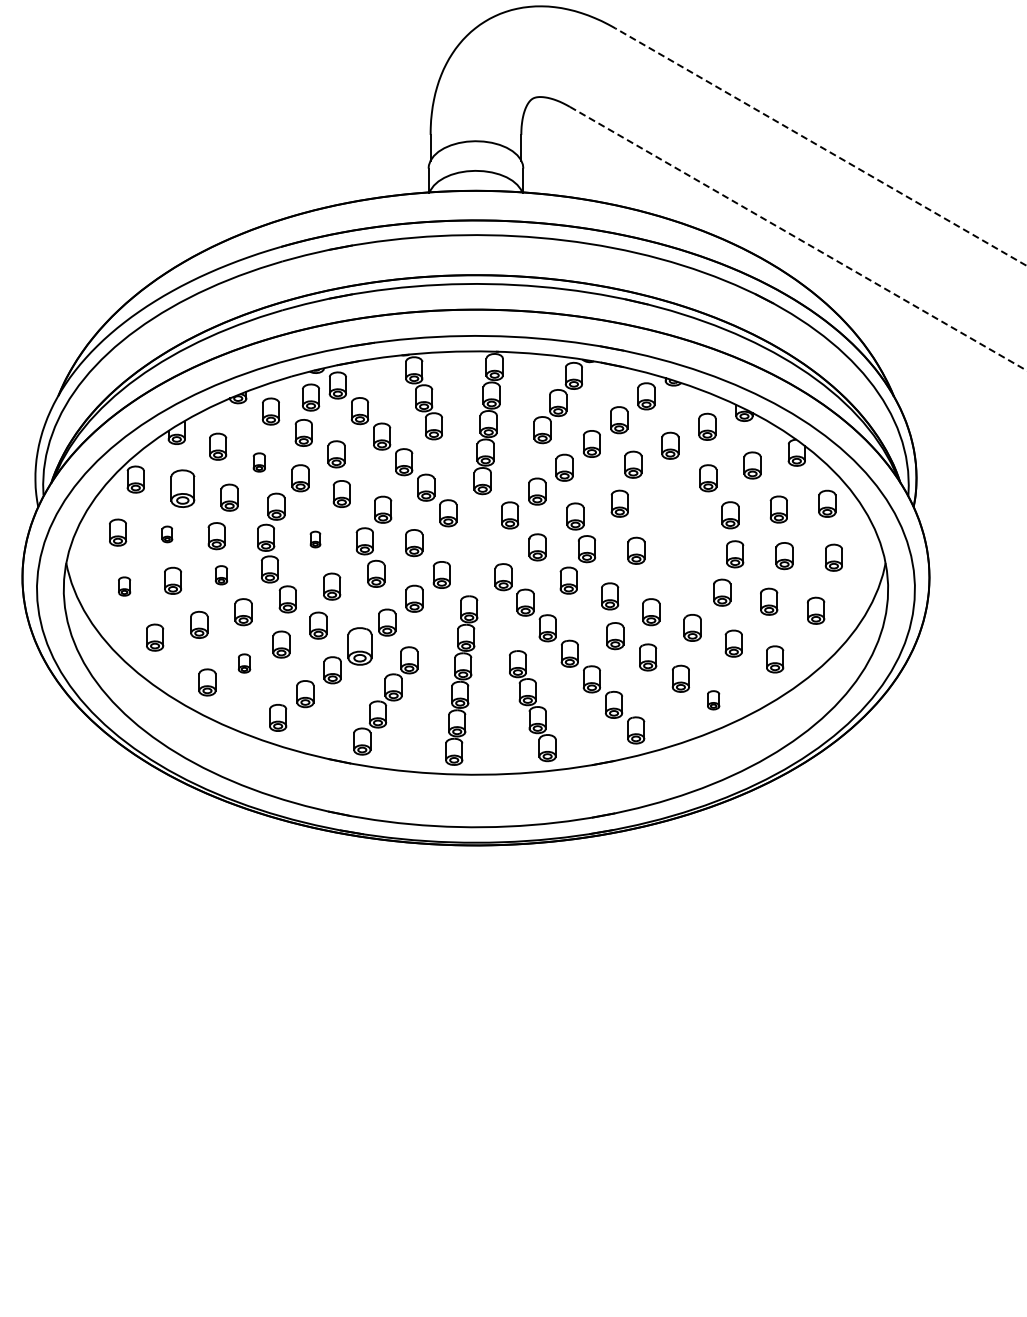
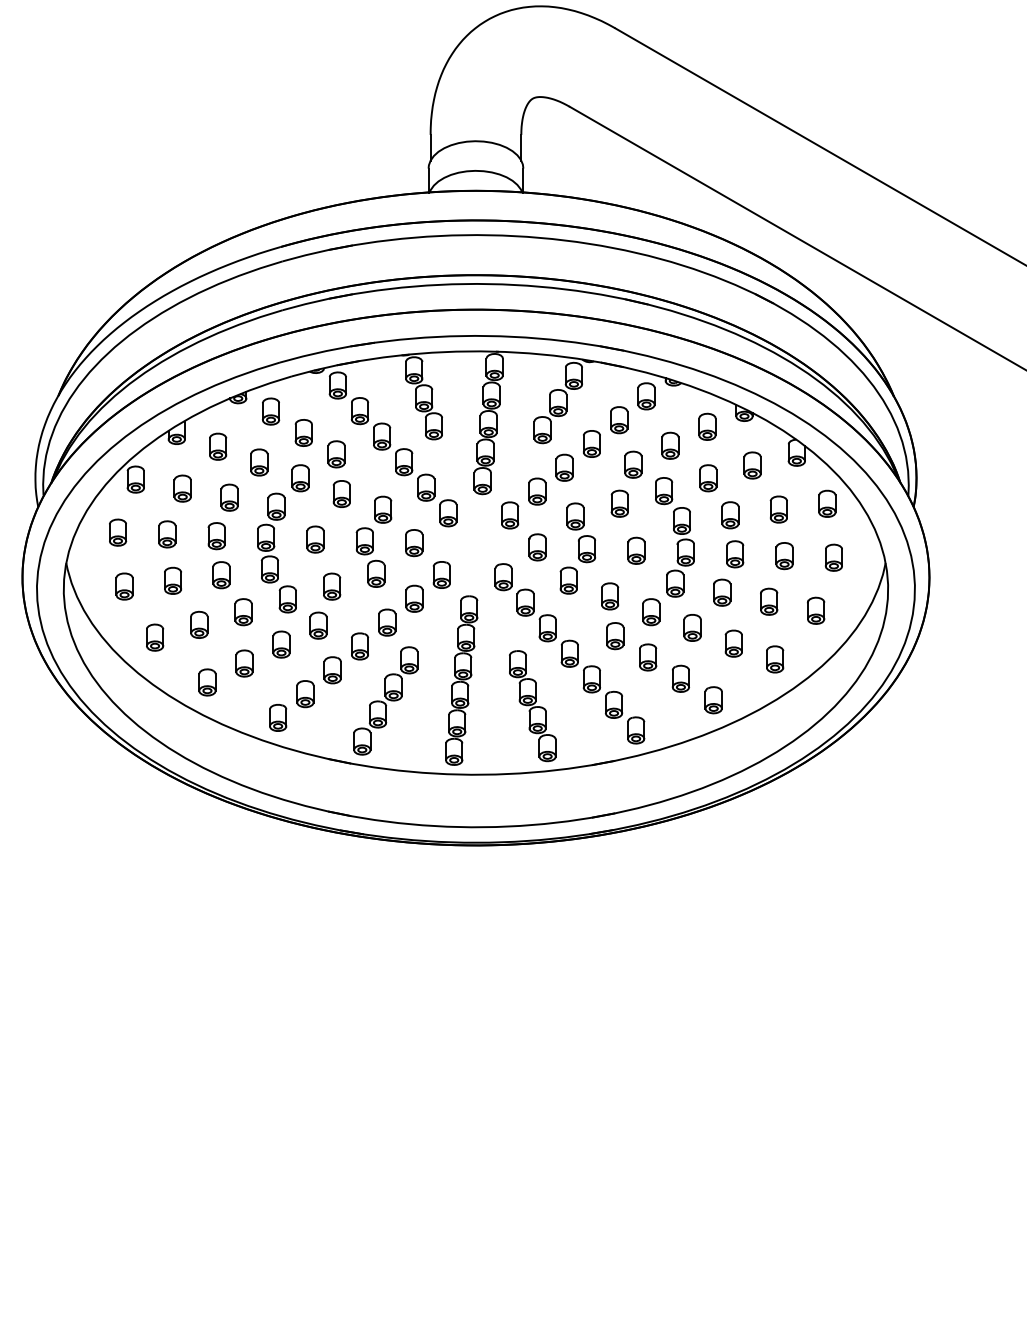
line at (820, 146): dashed -> solid
line at (798, 238): dashed -> solid
part at (311, 397): present -> none
part at (258, 462) size: 14x21 px -> 19x29 px
part at (182, 488) size: 26x39 px -> 19x29 px
part at (167, 534) size: 13x19 px -> 19x29 px
part at (674, 537): none -> present
part at (315, 539) size: 13x19 px -> 19x29 px
part at (221, 575) size: 14x21 px -> 19x29 px
part at (124, 586) size: 14x21 px -> 19x29 px
part at (359, 646) size: 26x39 px -> 18x29 px
part at (244, 663) size: 15x21 px -> 19x29 px
part at (713, 700) size: 14x21 px -> 19x29 px
